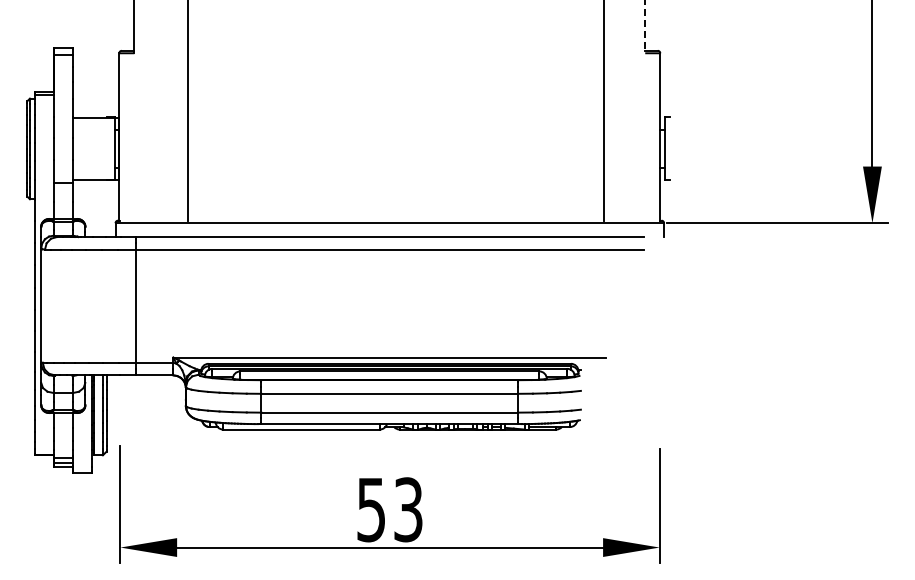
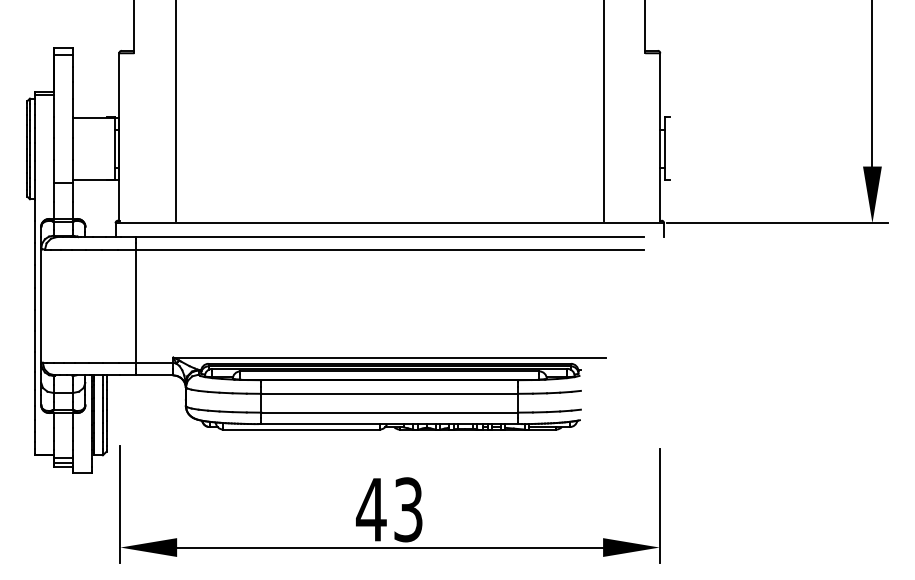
line at (645, 27): dashed -> solid
line at (187, 111) position: (187, 111) -> (175, 111)
text at (370, 510): 53 -> 43
